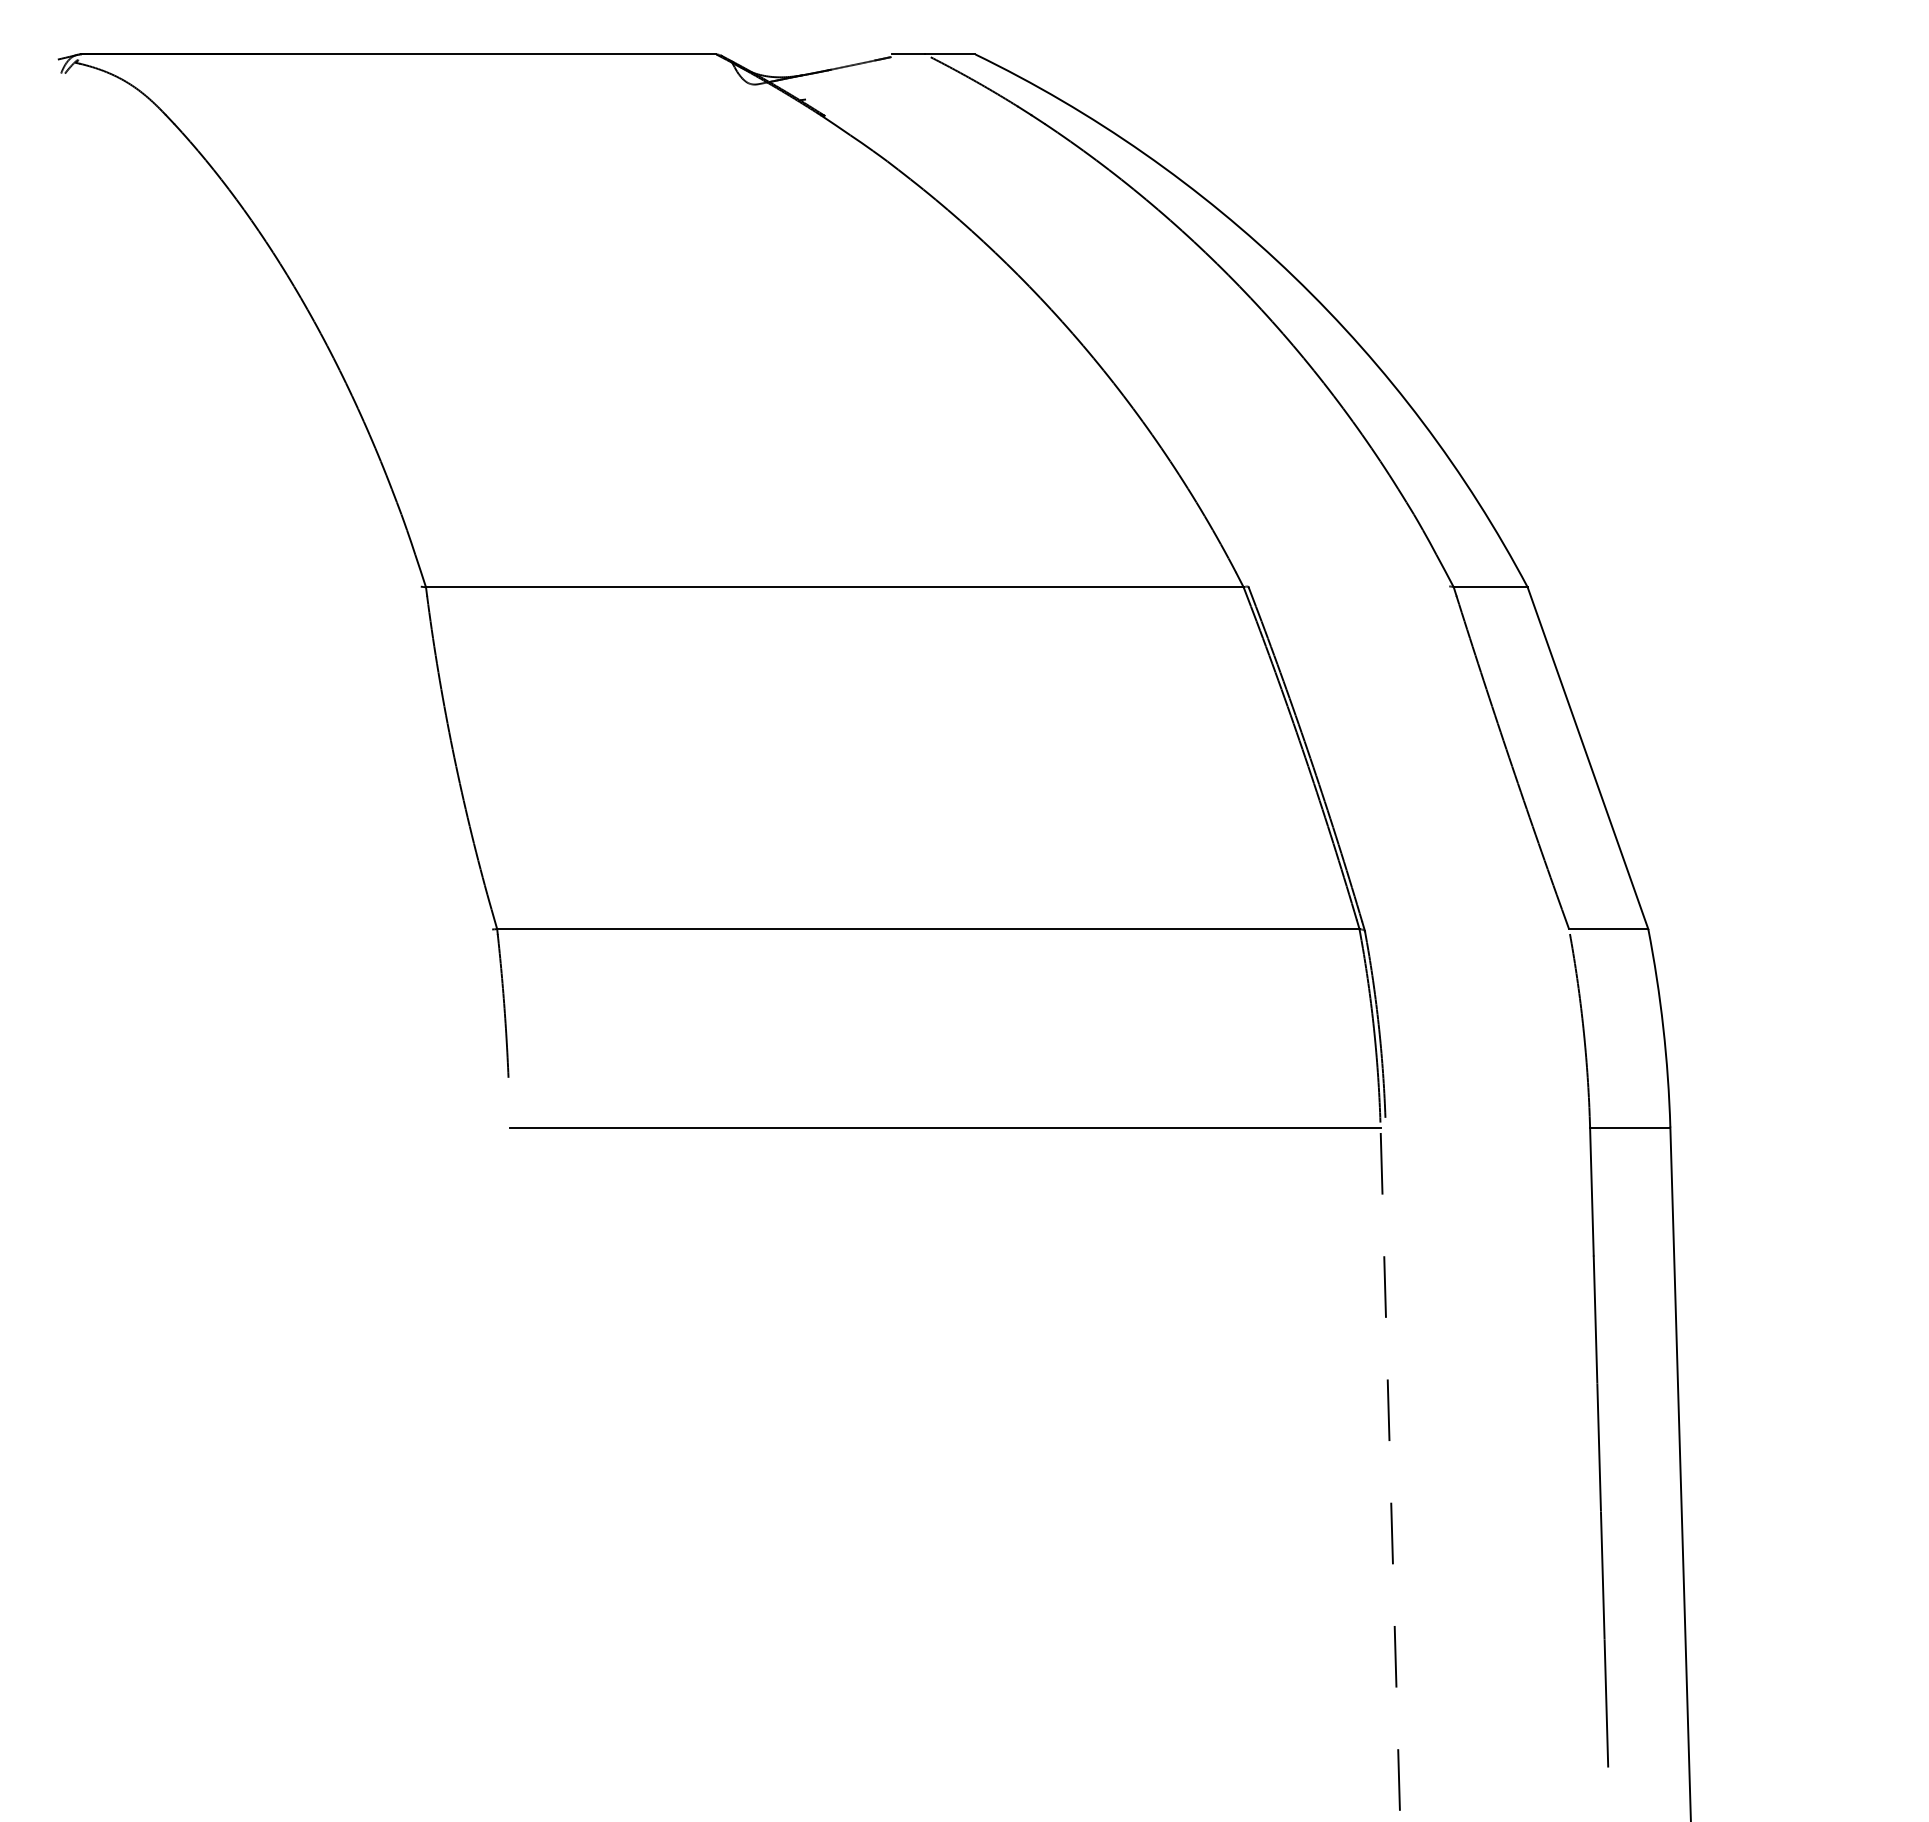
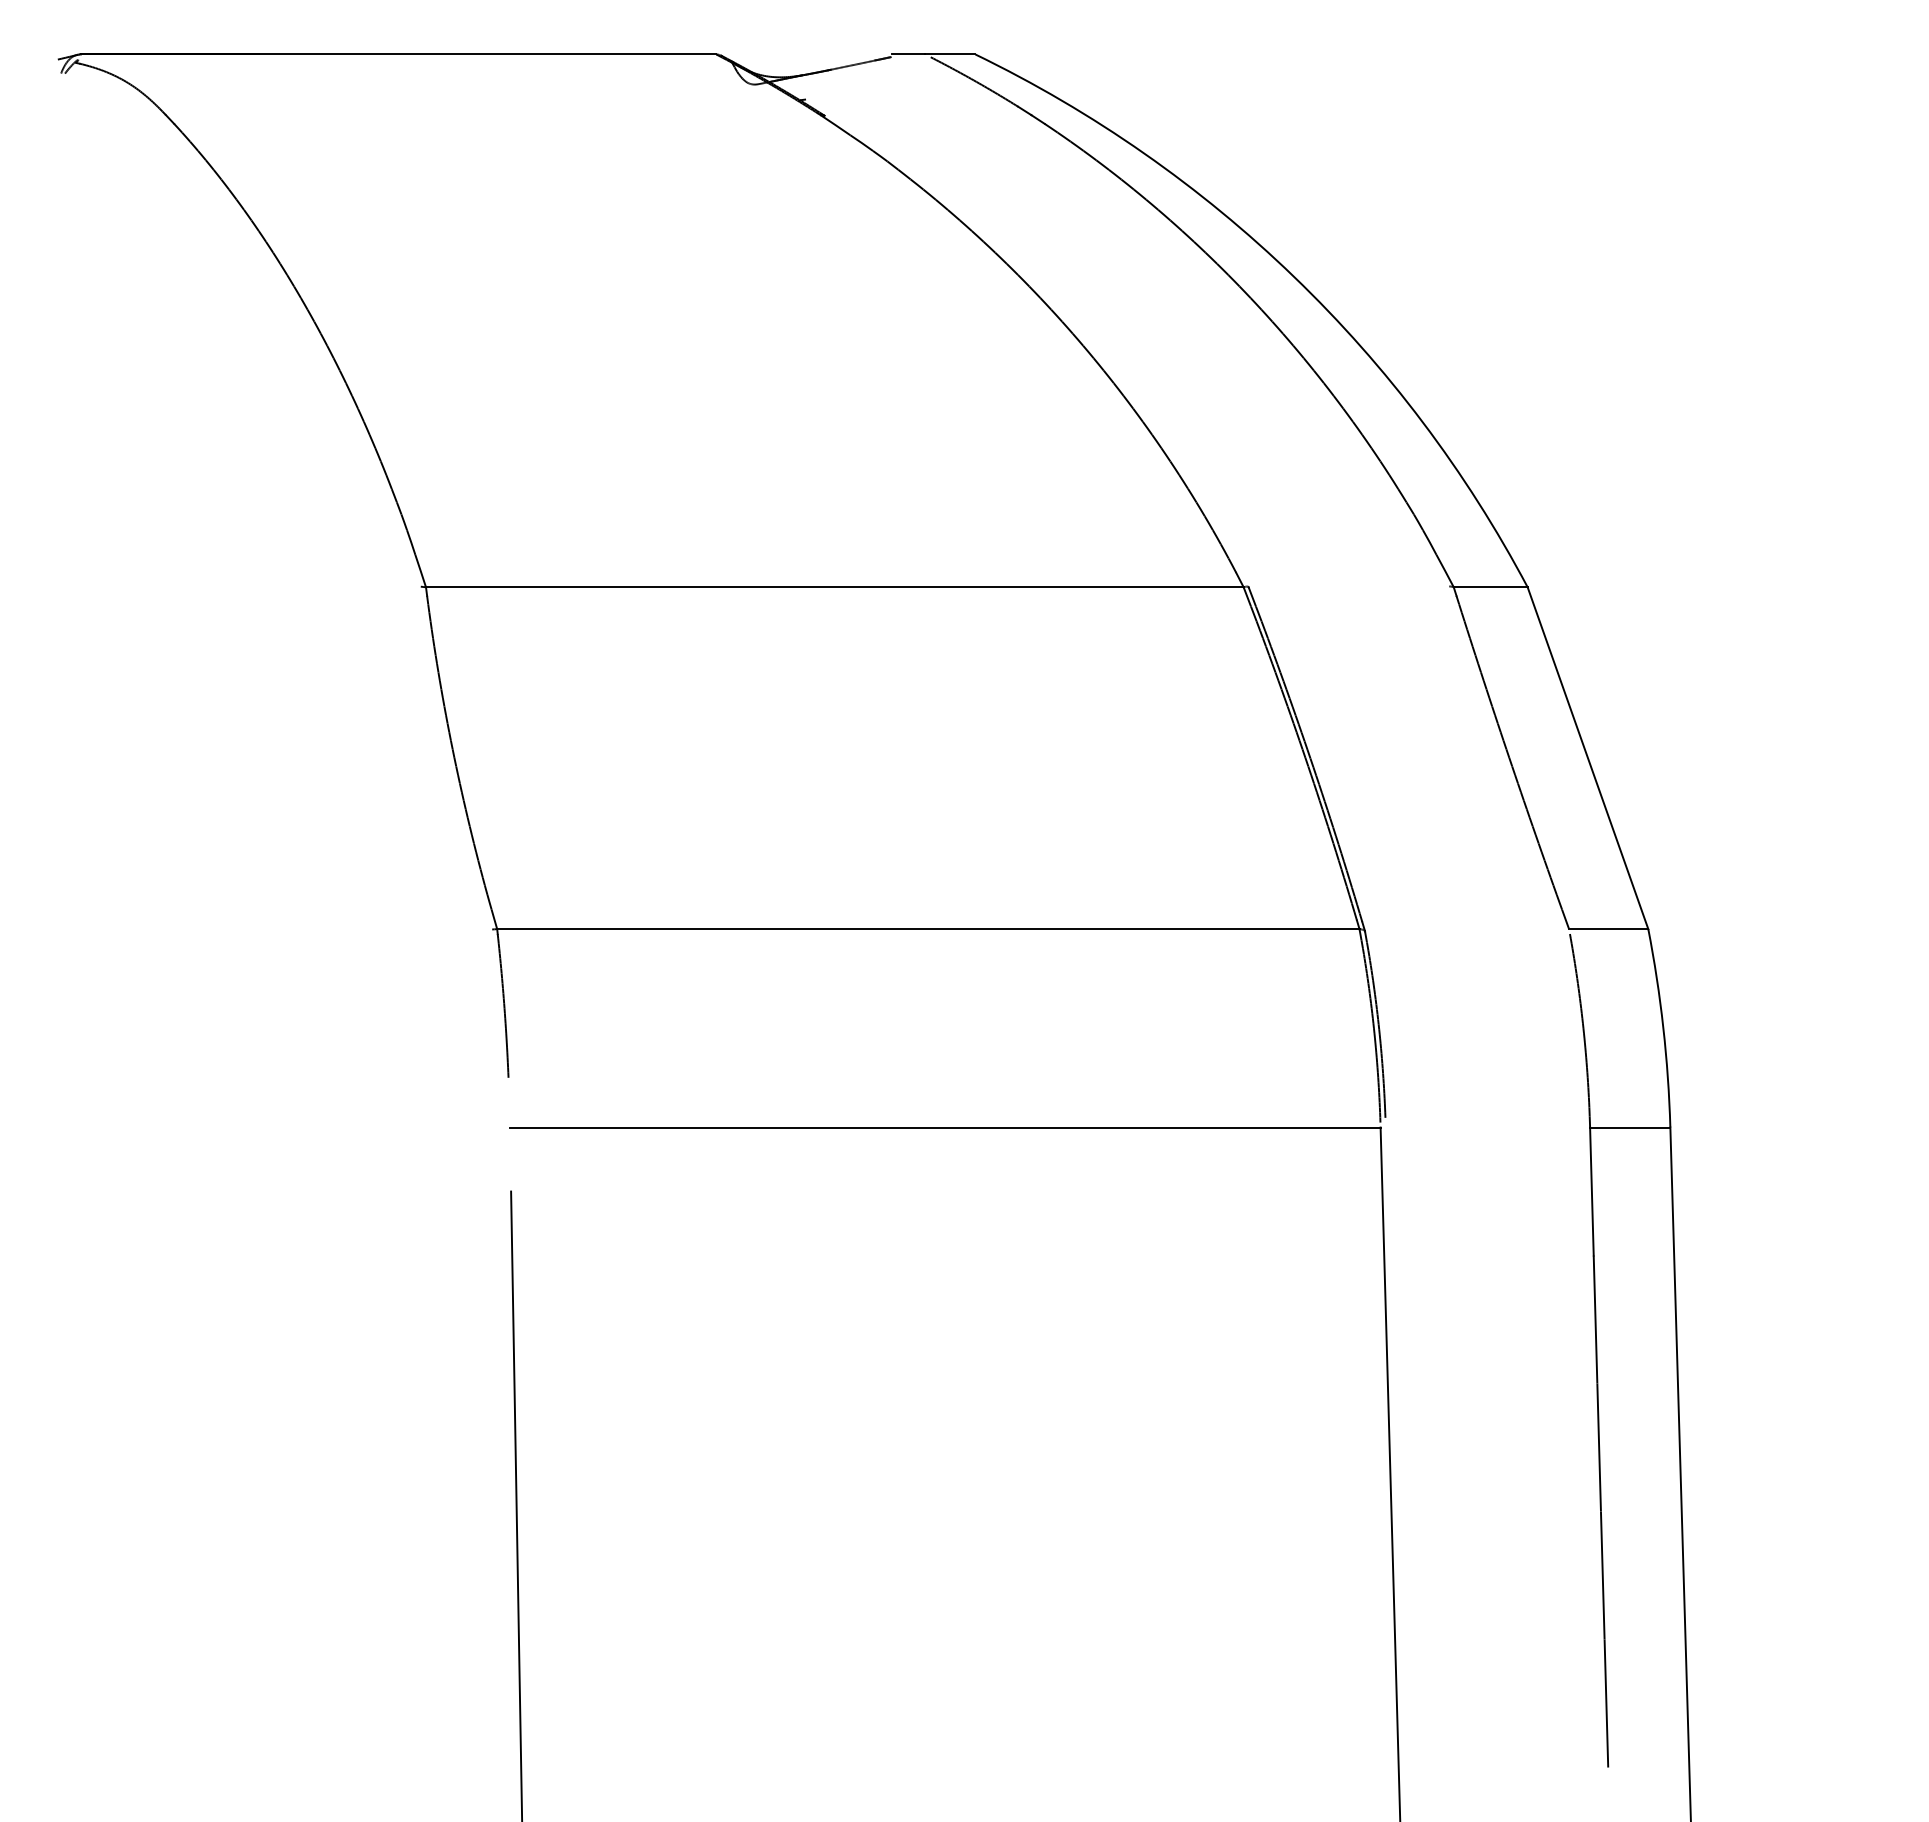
line at (1390, 1474): dashed -> solid
line at (516, 1504): none -> present
